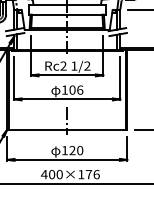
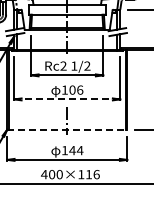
line at (67, 99): solid -> dashed
line at (67, 129): solid -> dashed
text at (76, 150): 120 -> 144
text at (88, 174): 400×176 -> 400×116
